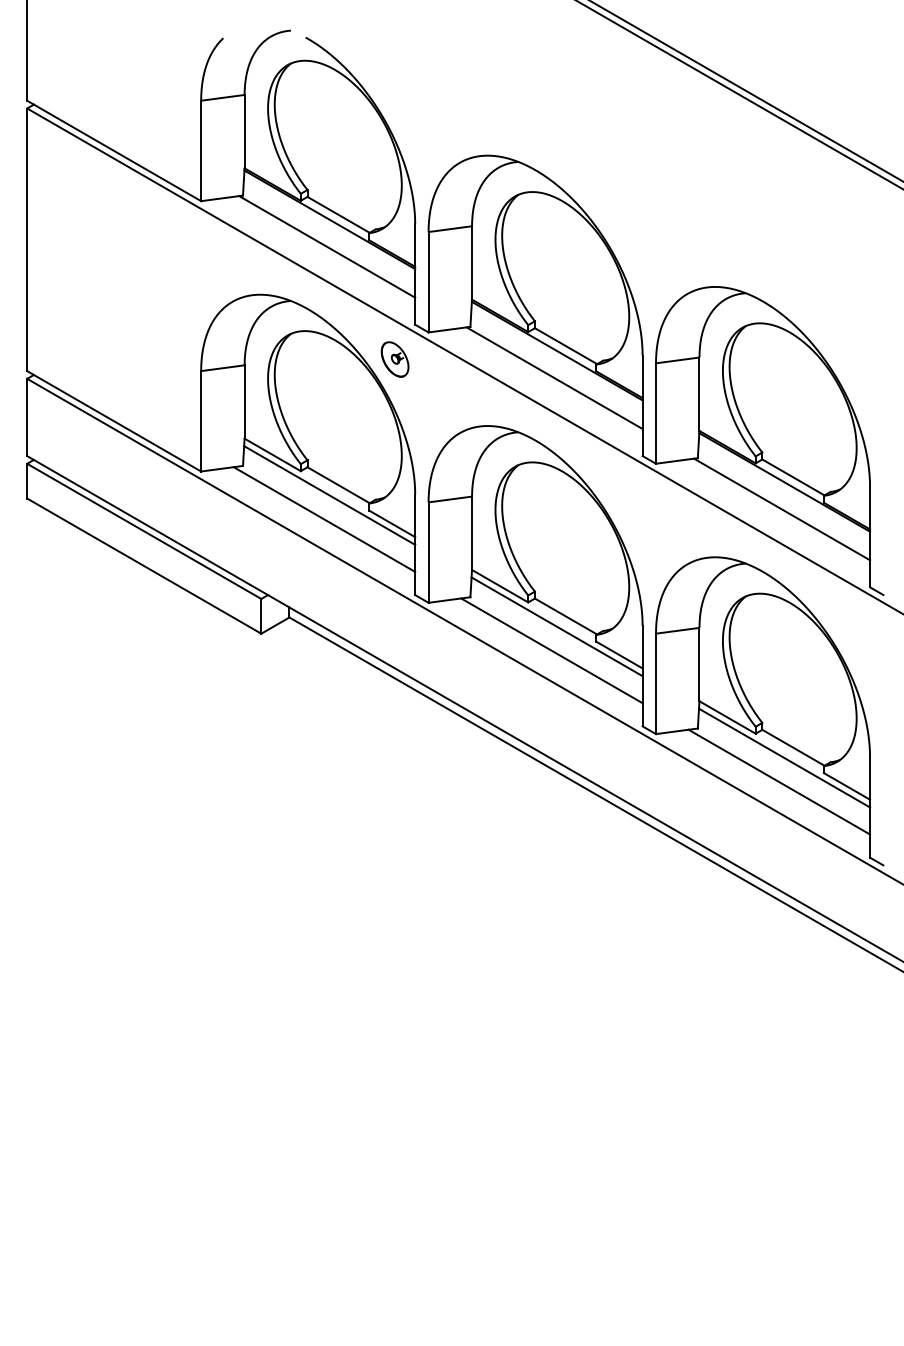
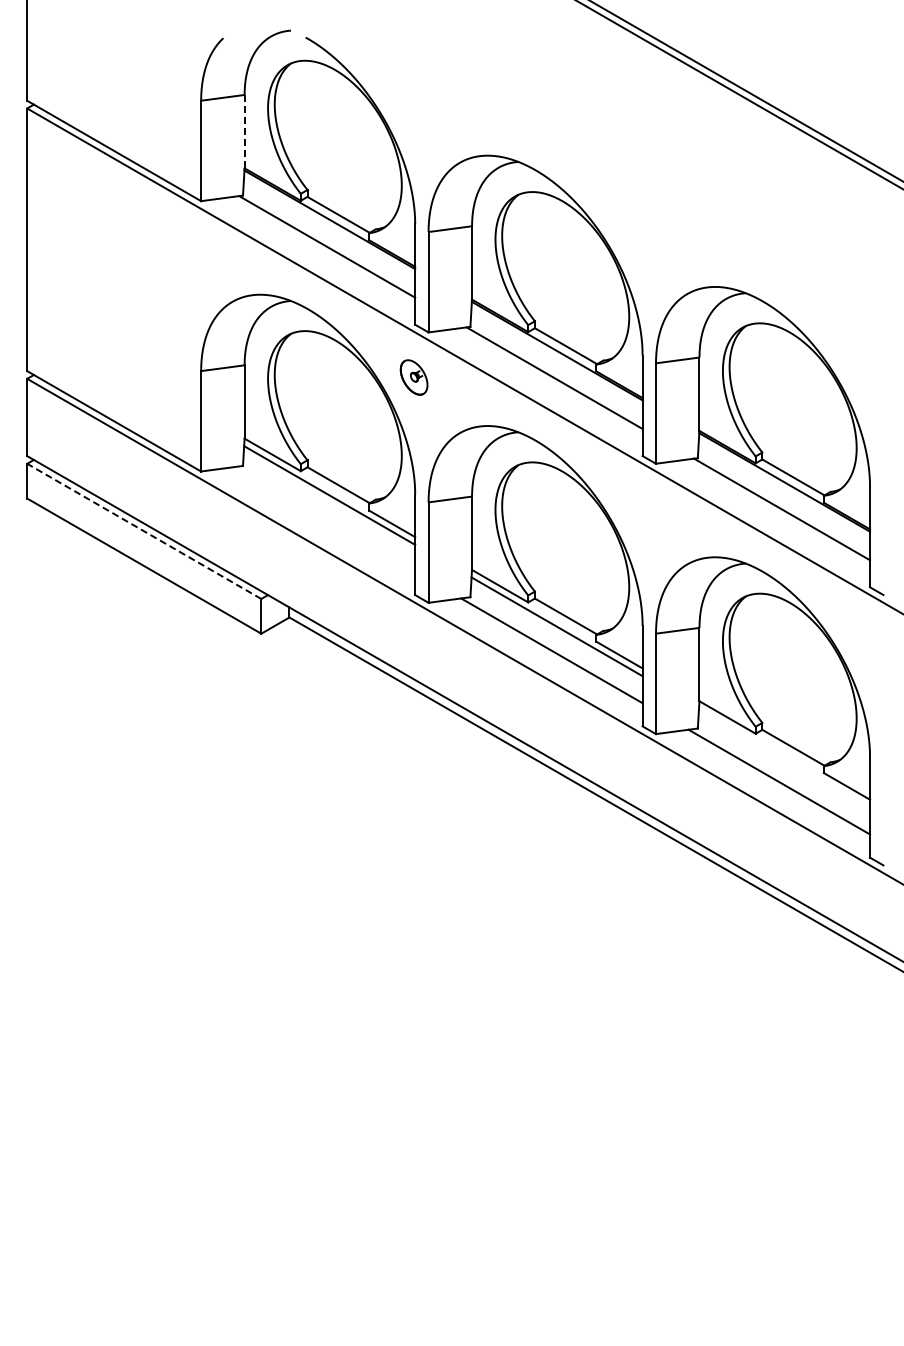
line at (244, 131): solid -> dashed
part at (394, 359) position: (394, 359) -> (413, 377)
line at (324, 519): present -> none
line at (143, 531): solid -> dashed
line at (784, 757): present -> none
